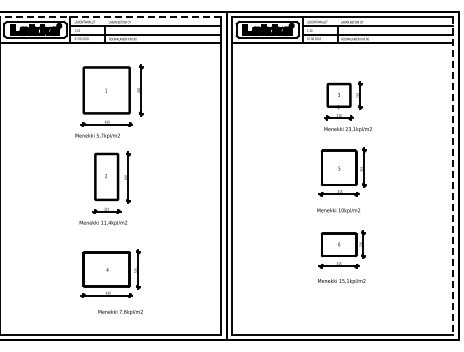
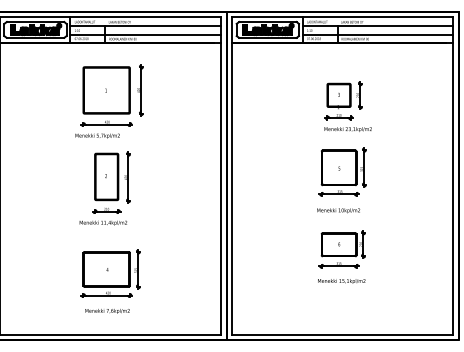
line at (110, 17): dashed -> solid
line at (453, 176): dashed -> solid
text at (120, 312) position: (120, 312) -> (107, 311)
